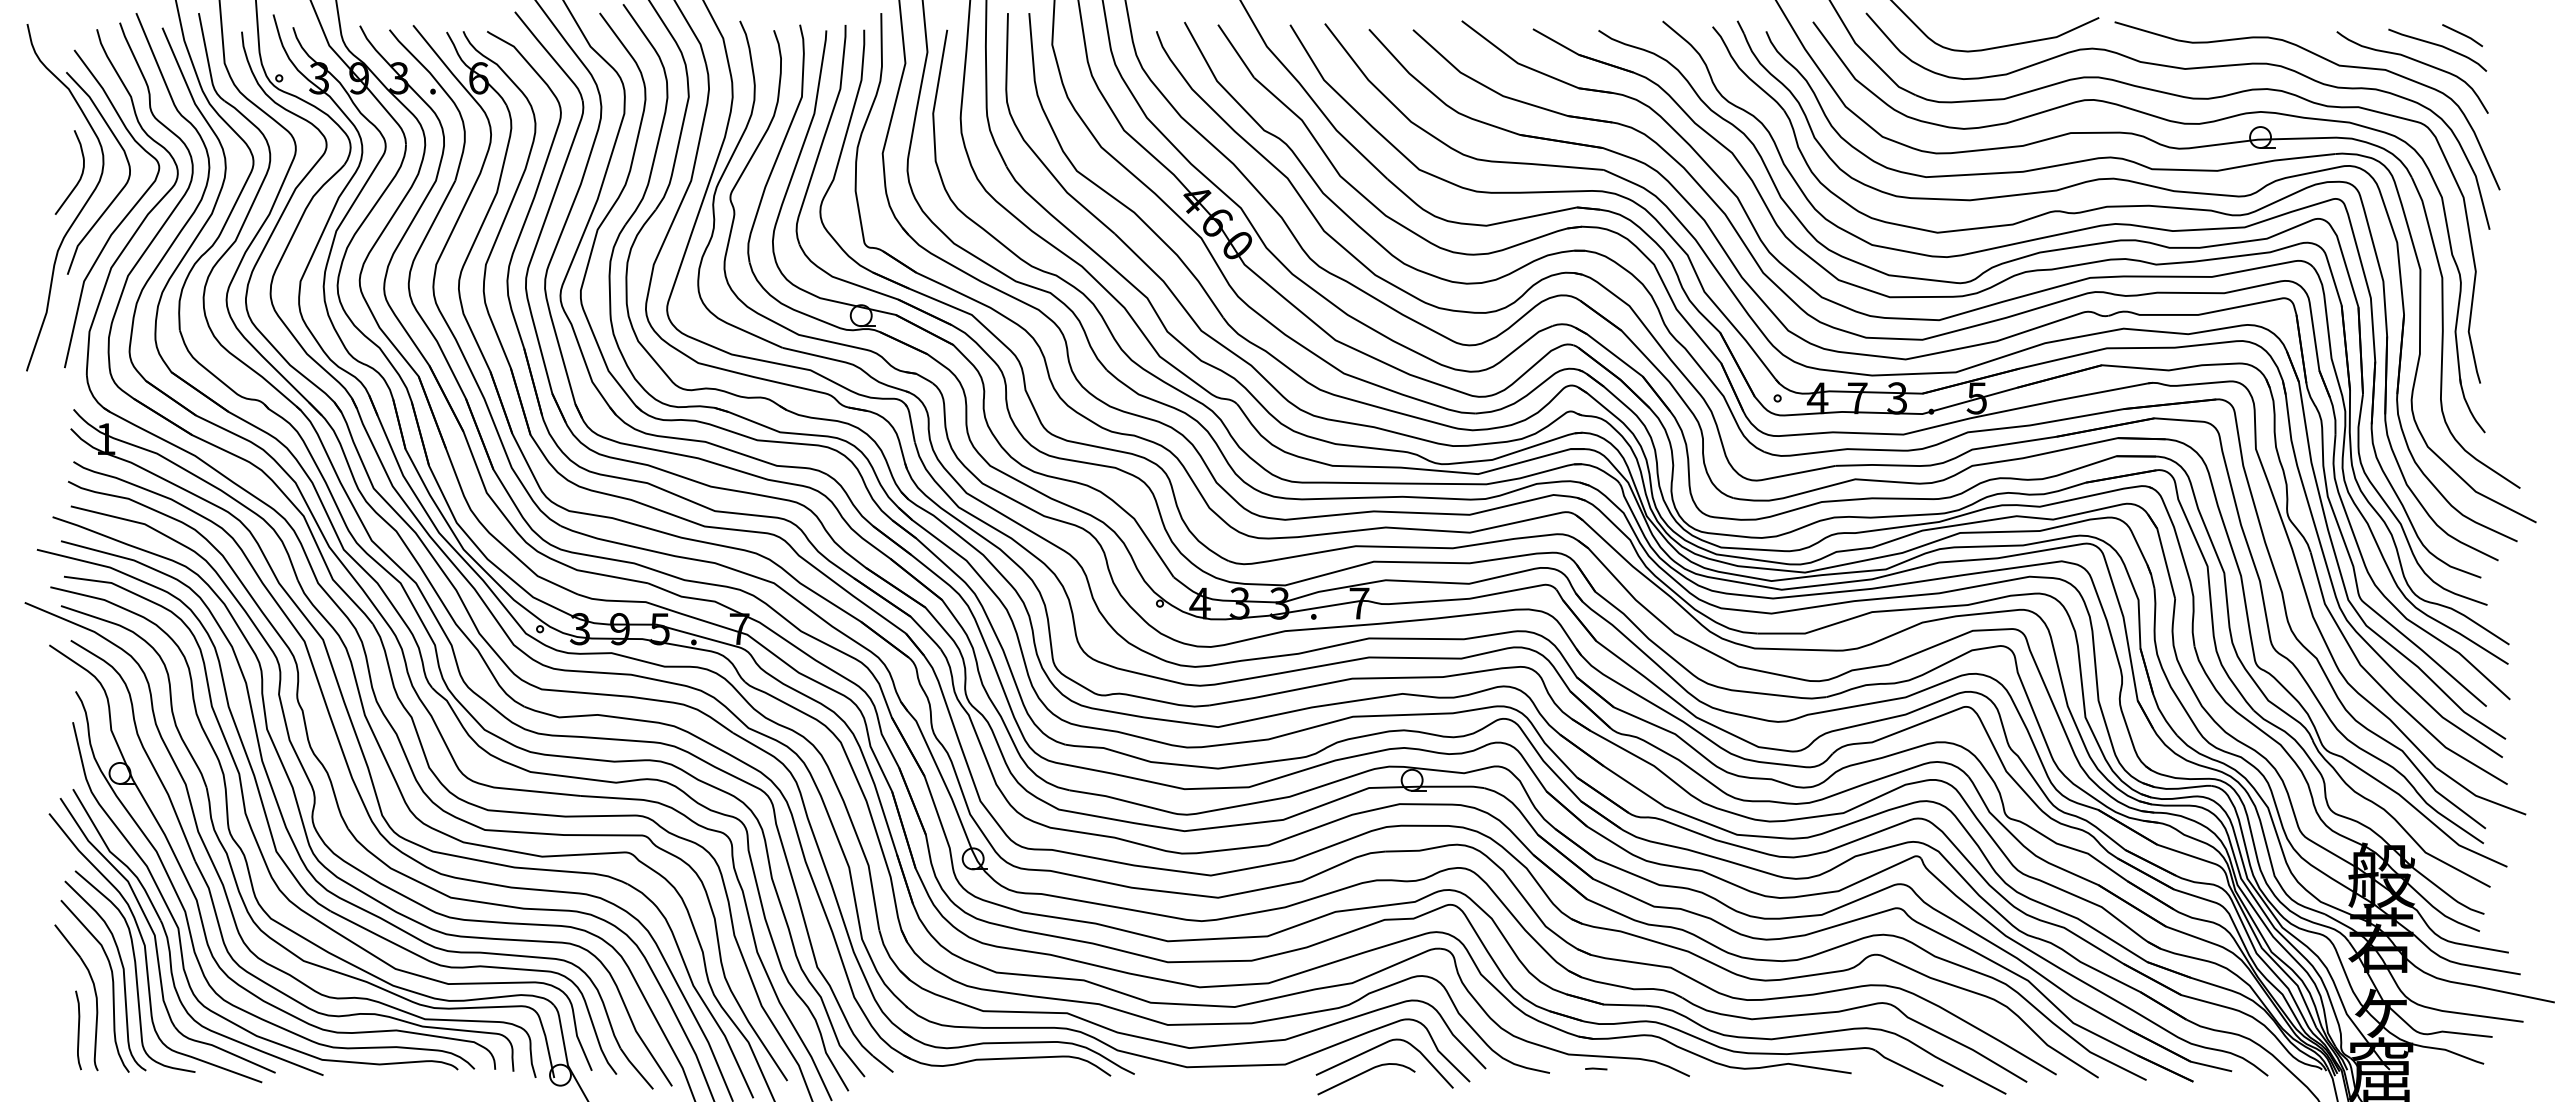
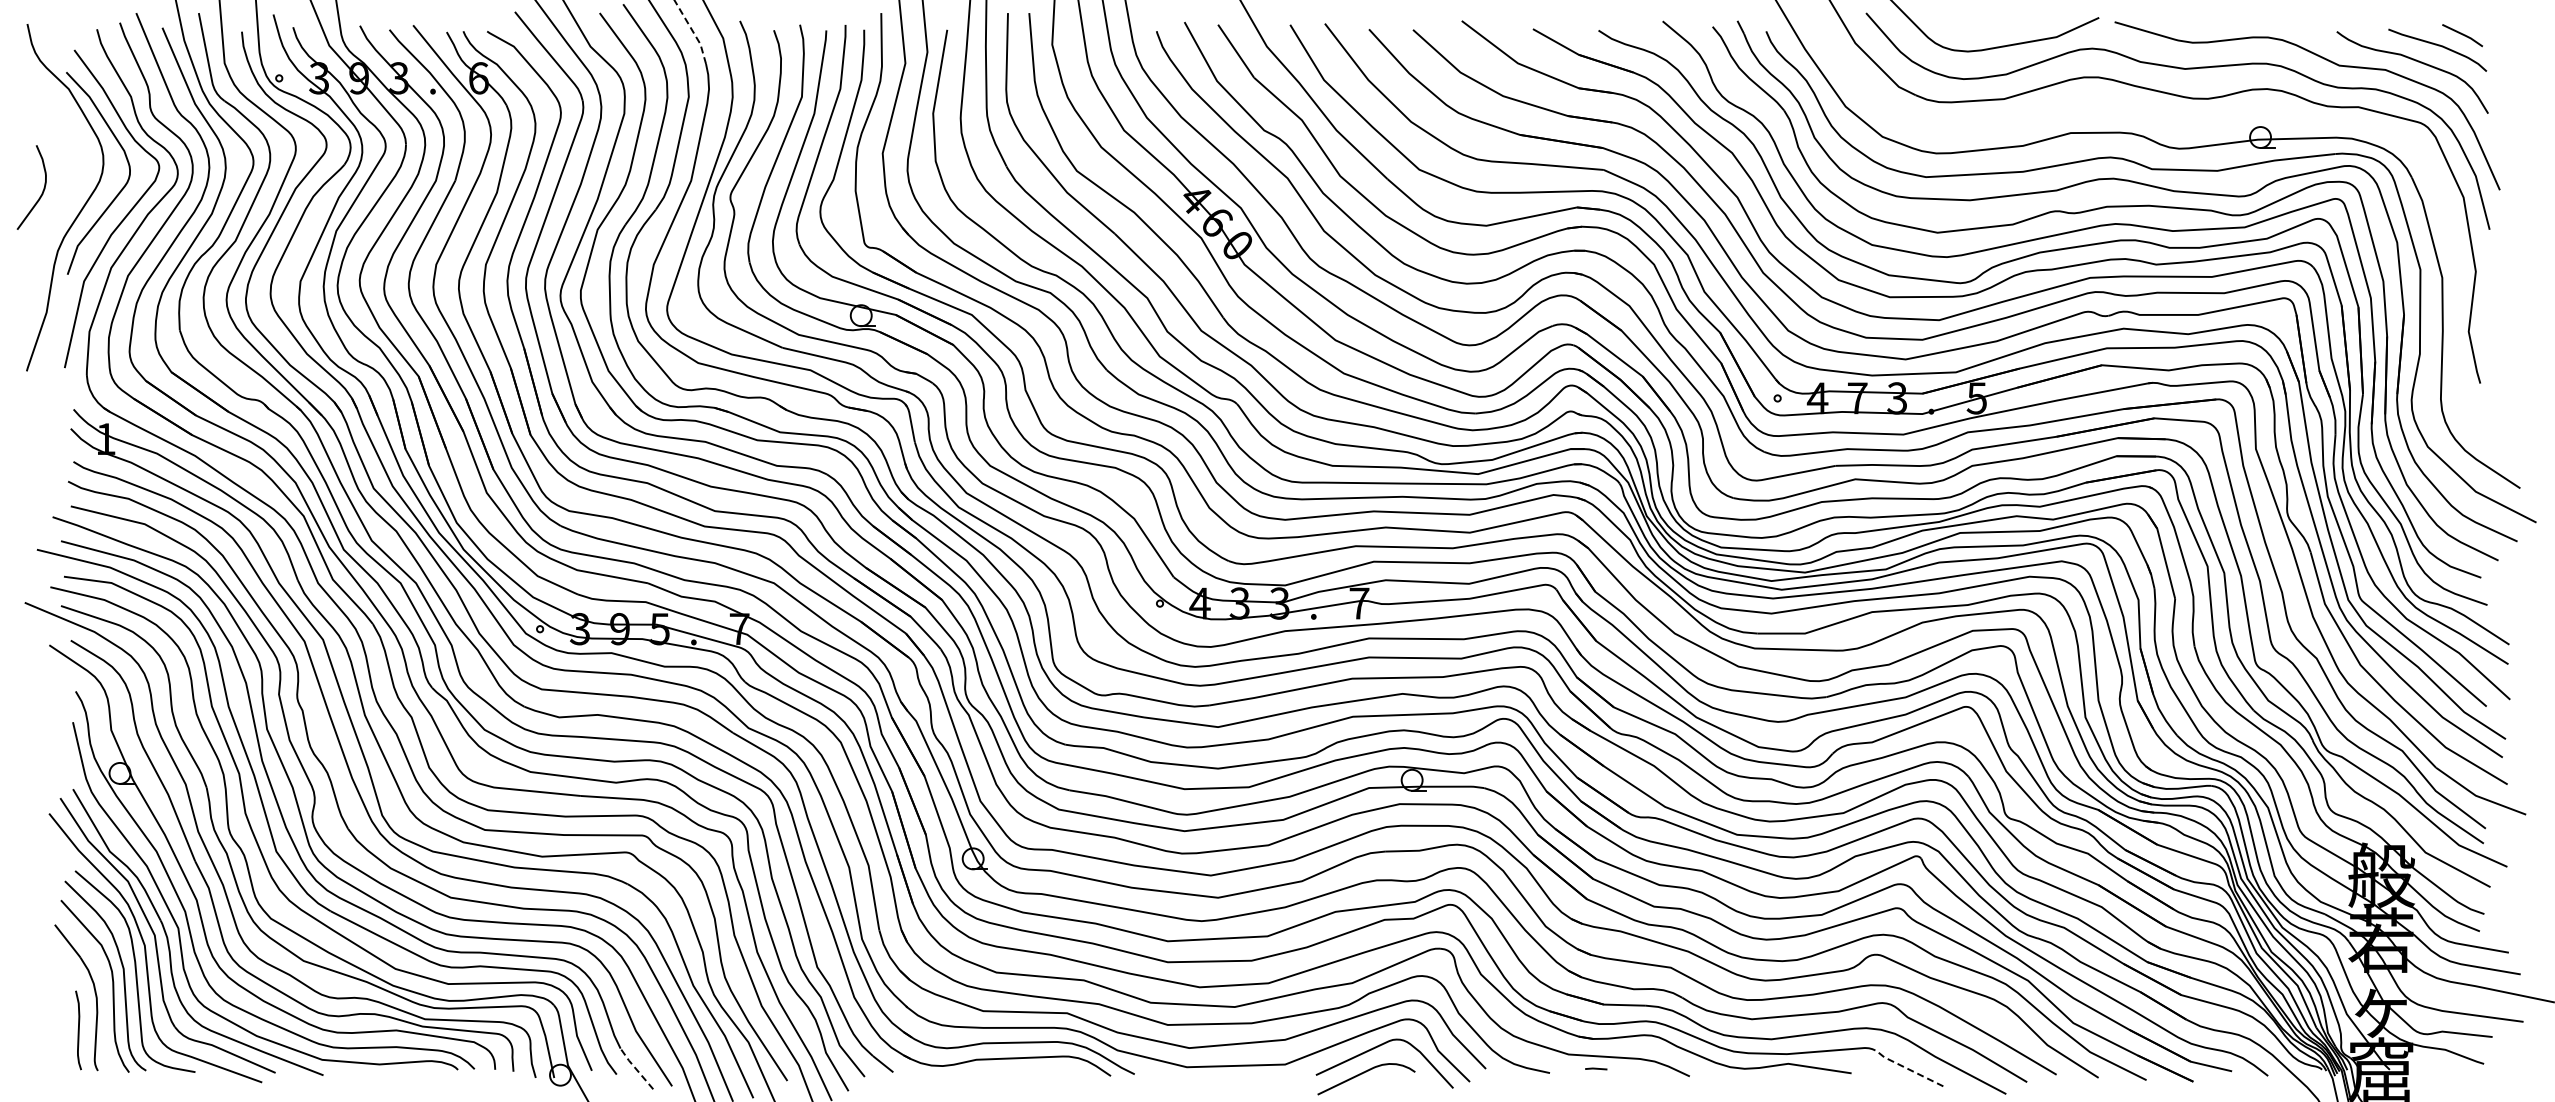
line at (692, 31): solid -> dashed
part at (2171, 122): present -> none
curve at (80, 175) position: (80, 175) -> (42, 190)
line at (636, 1068): solid -> dashed
line at (1907, 1068): solid -> dashed
